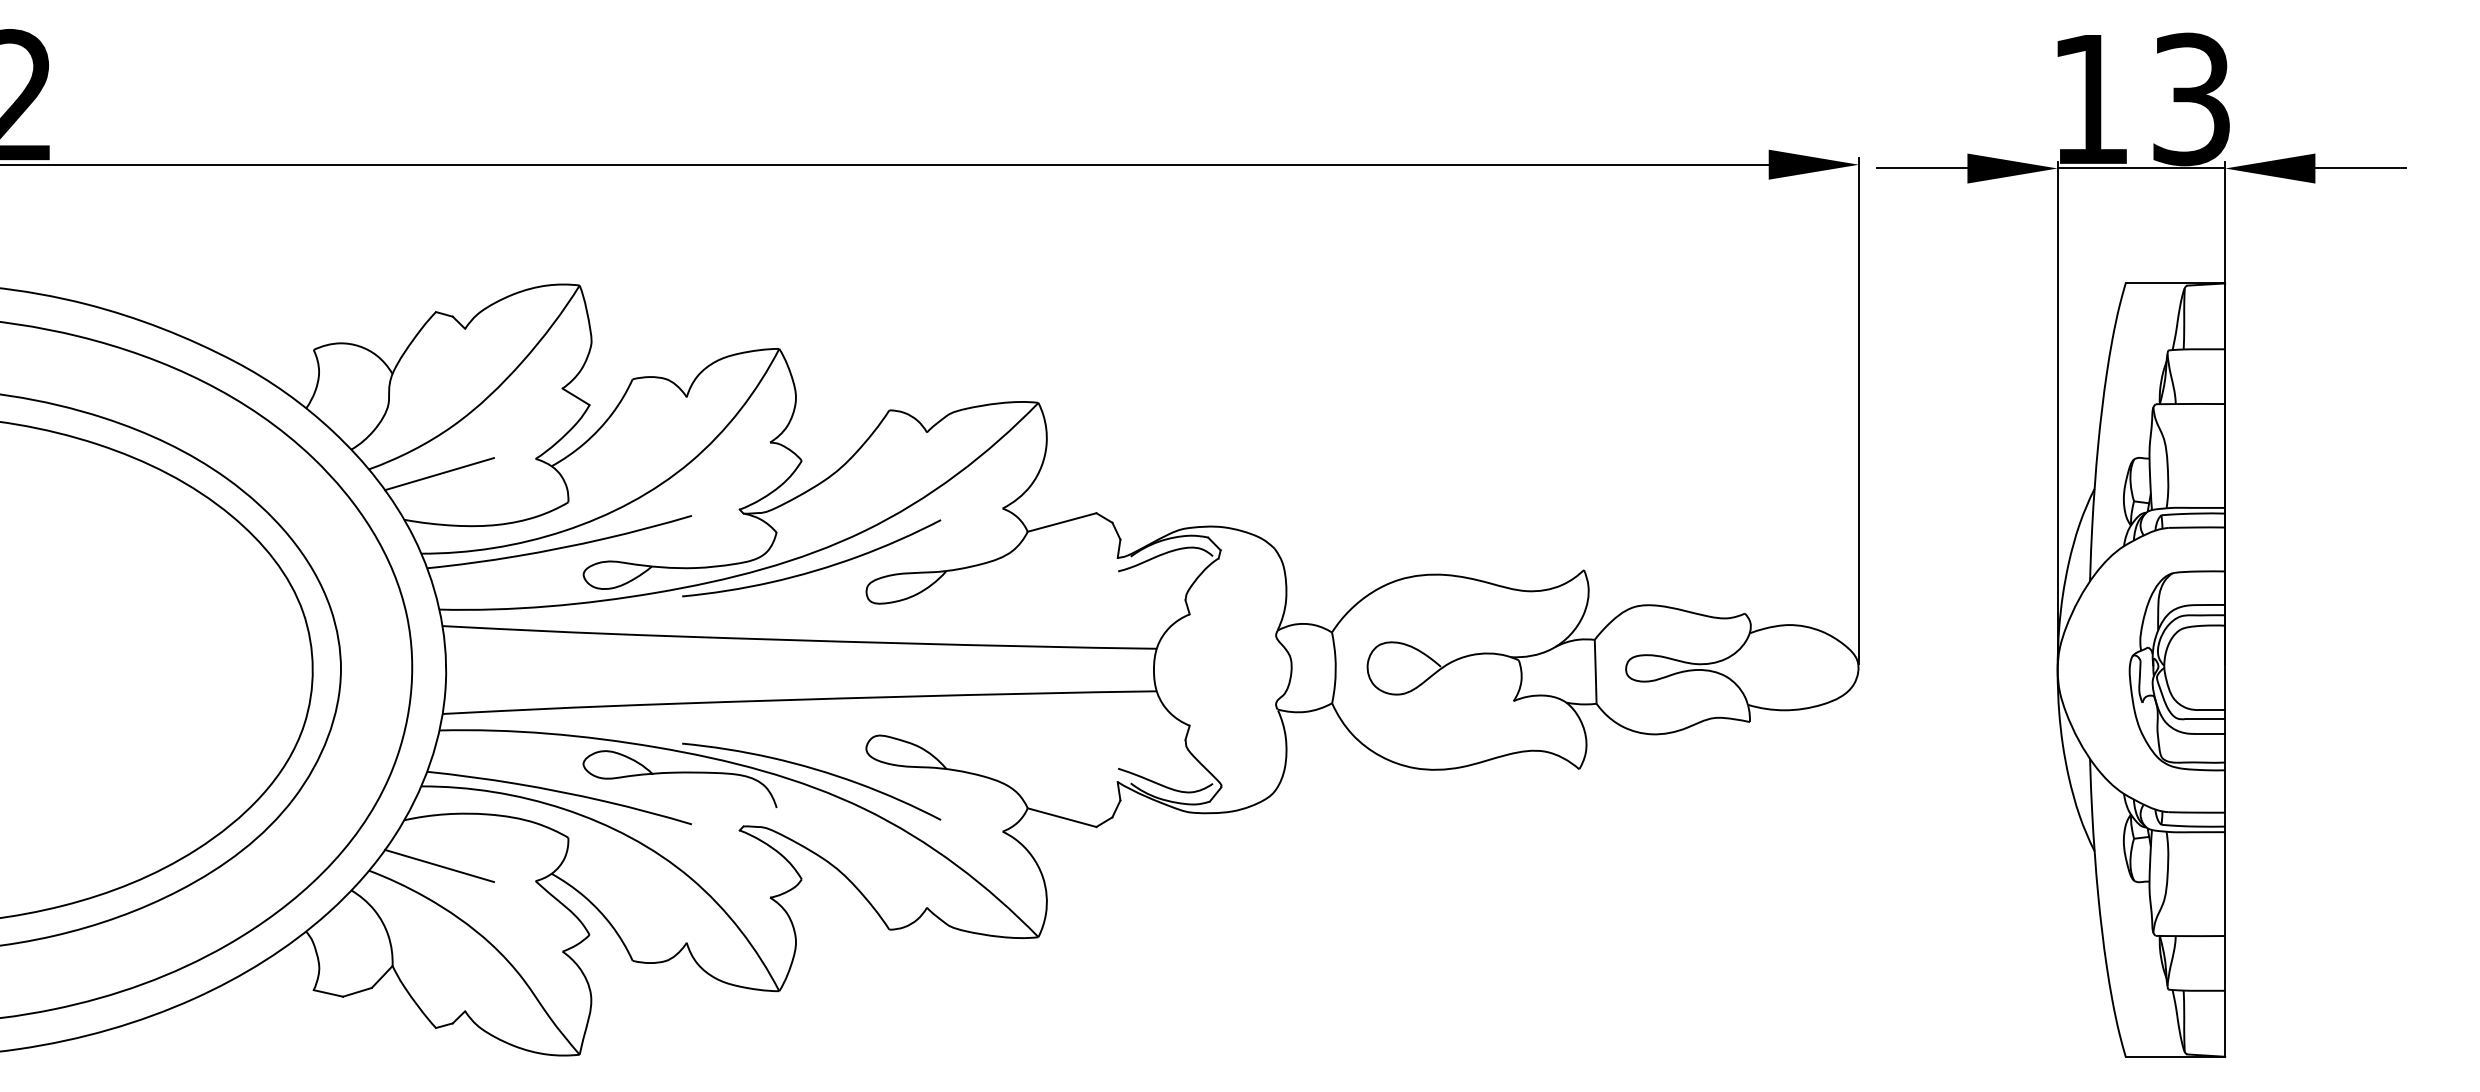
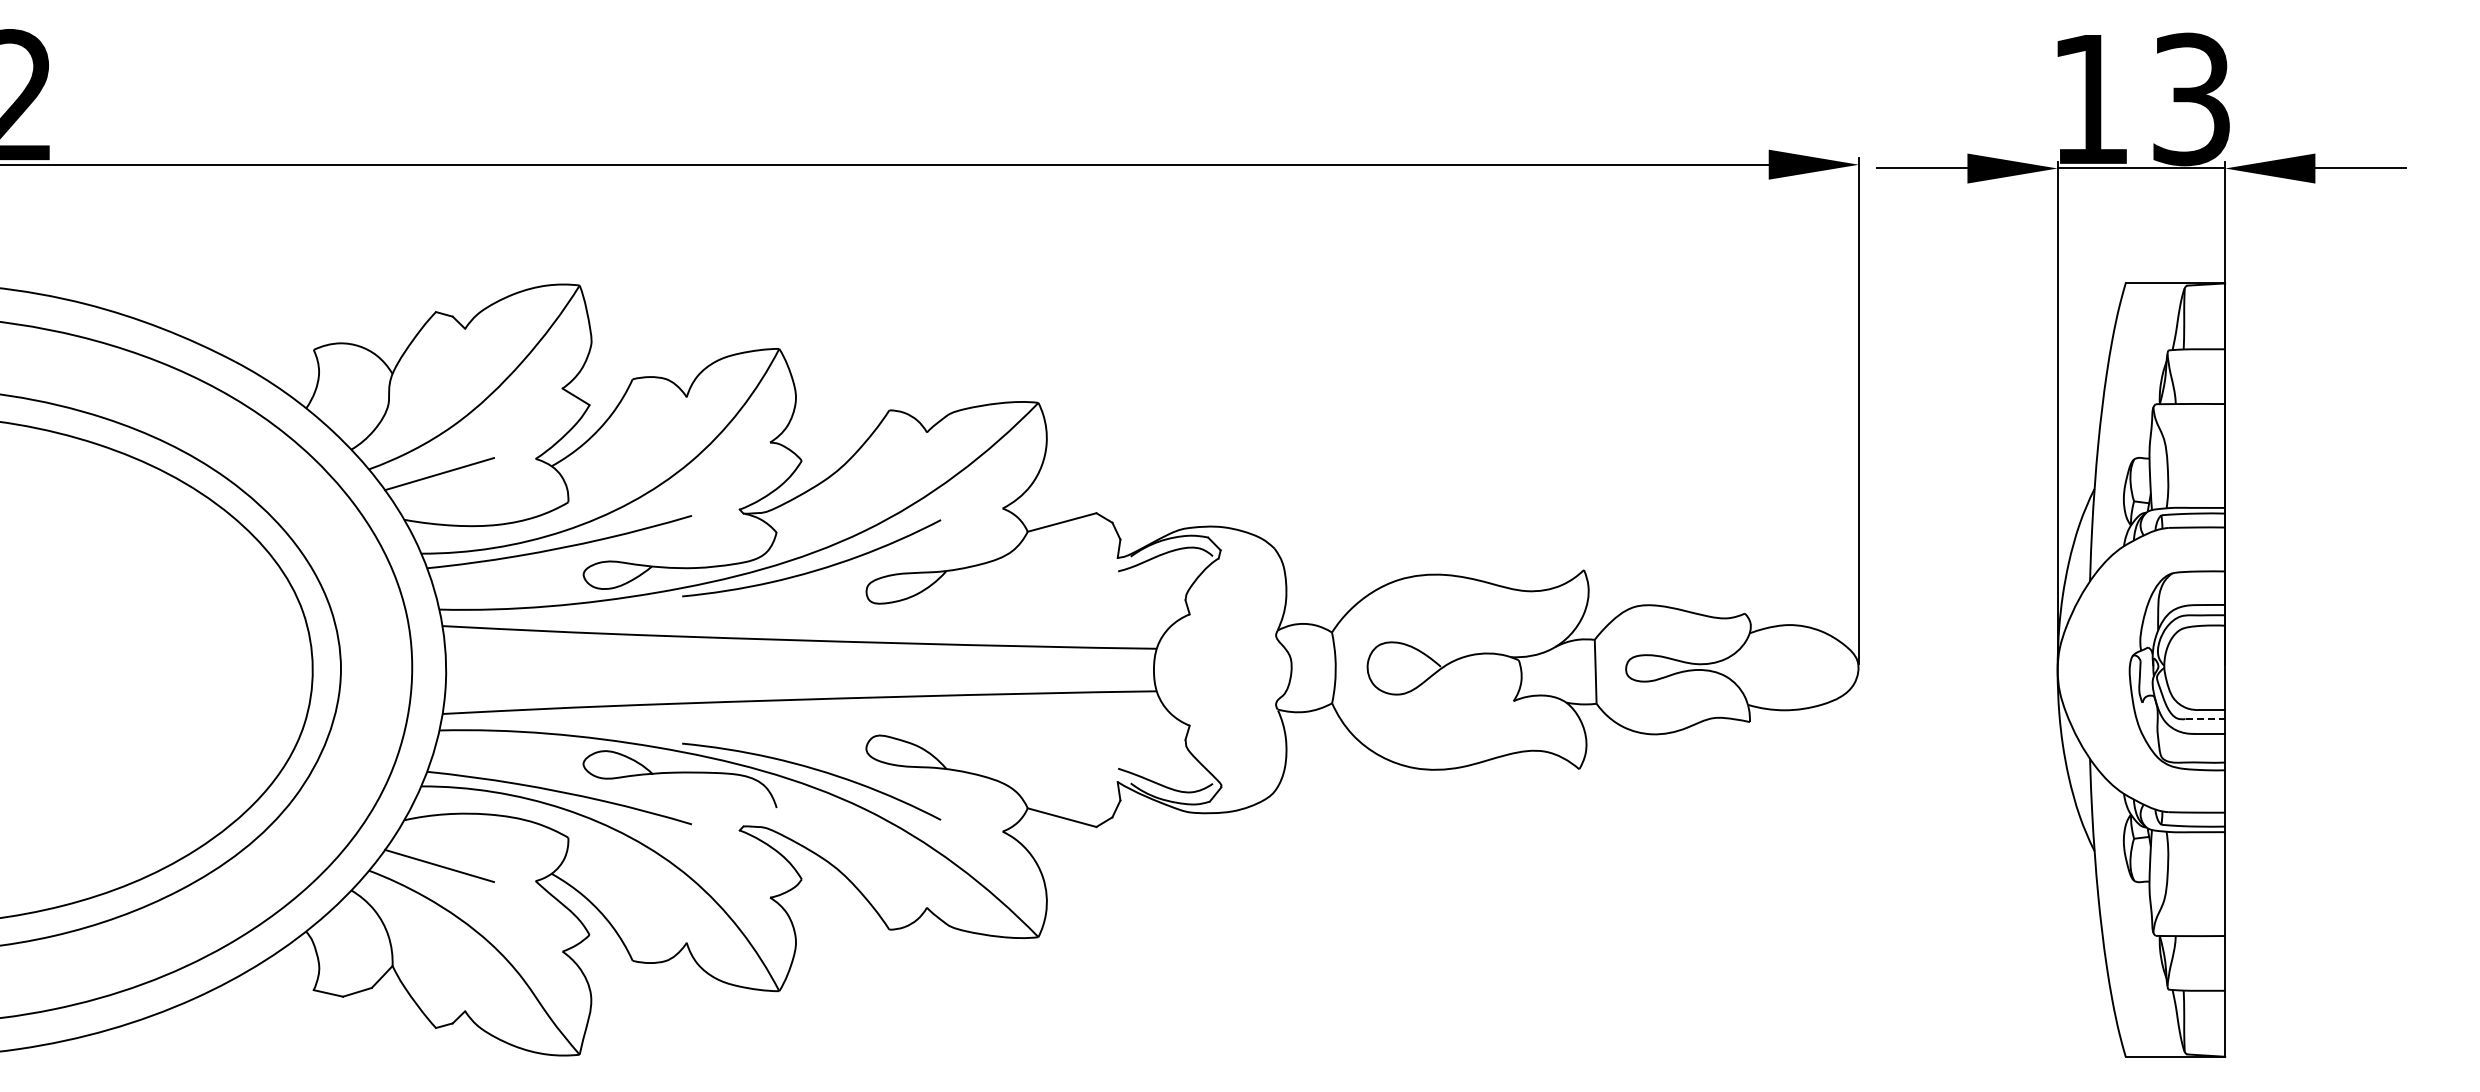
line at (2205, 719): solid -> dashed
